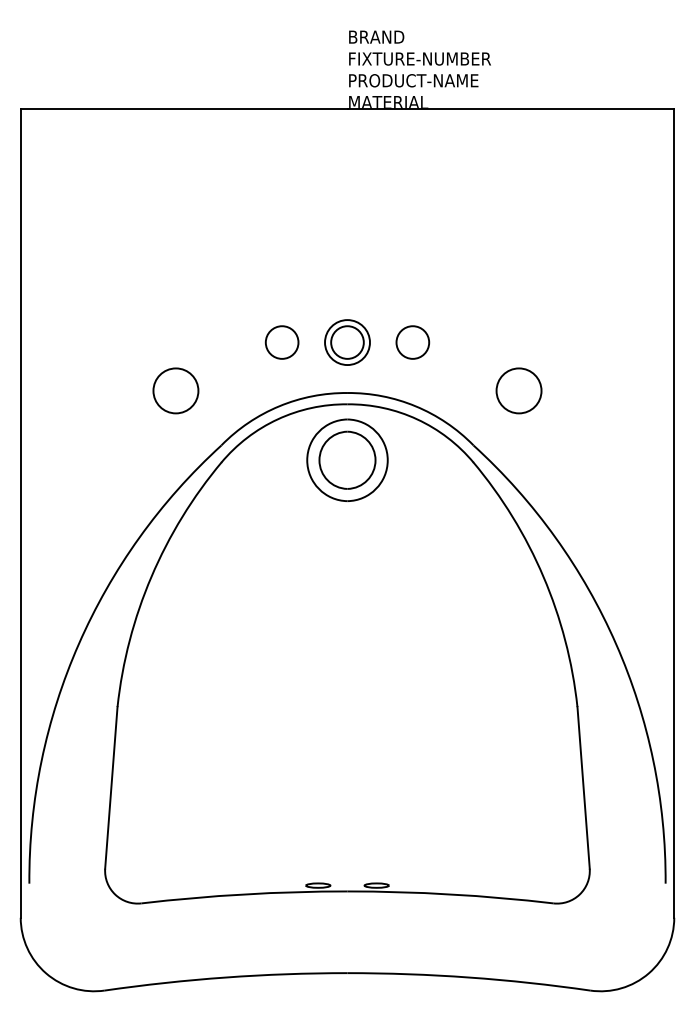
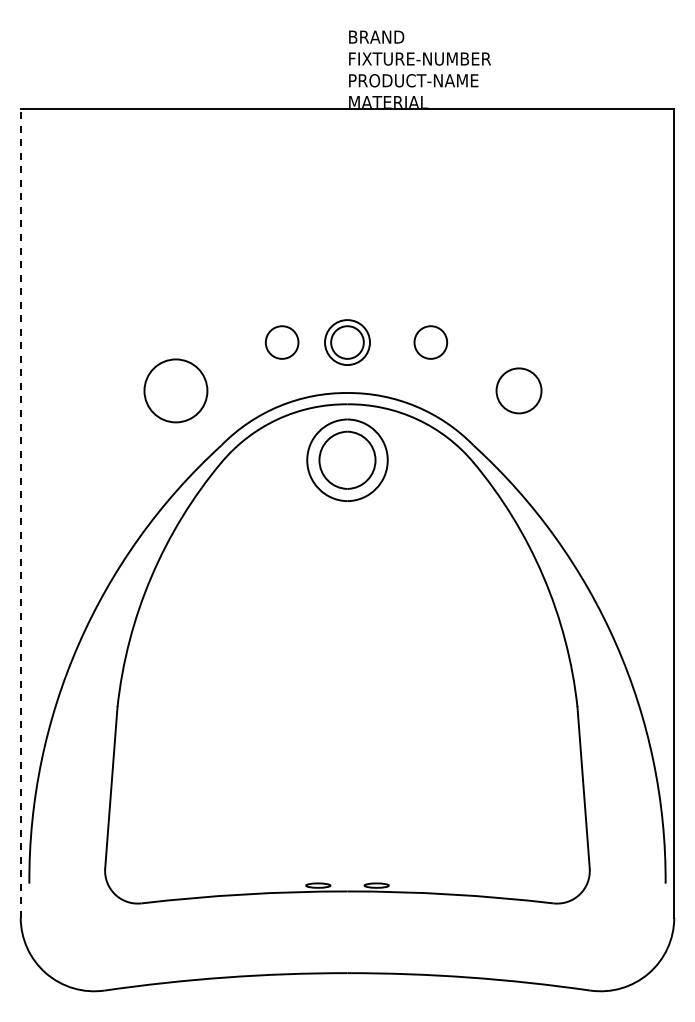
circle at (412, 342) position: (412, 342) -> (430, 342)
circle at (175, 390) diameter: 45 px -> 63 px
line at (20, 512): solid -> dashed
